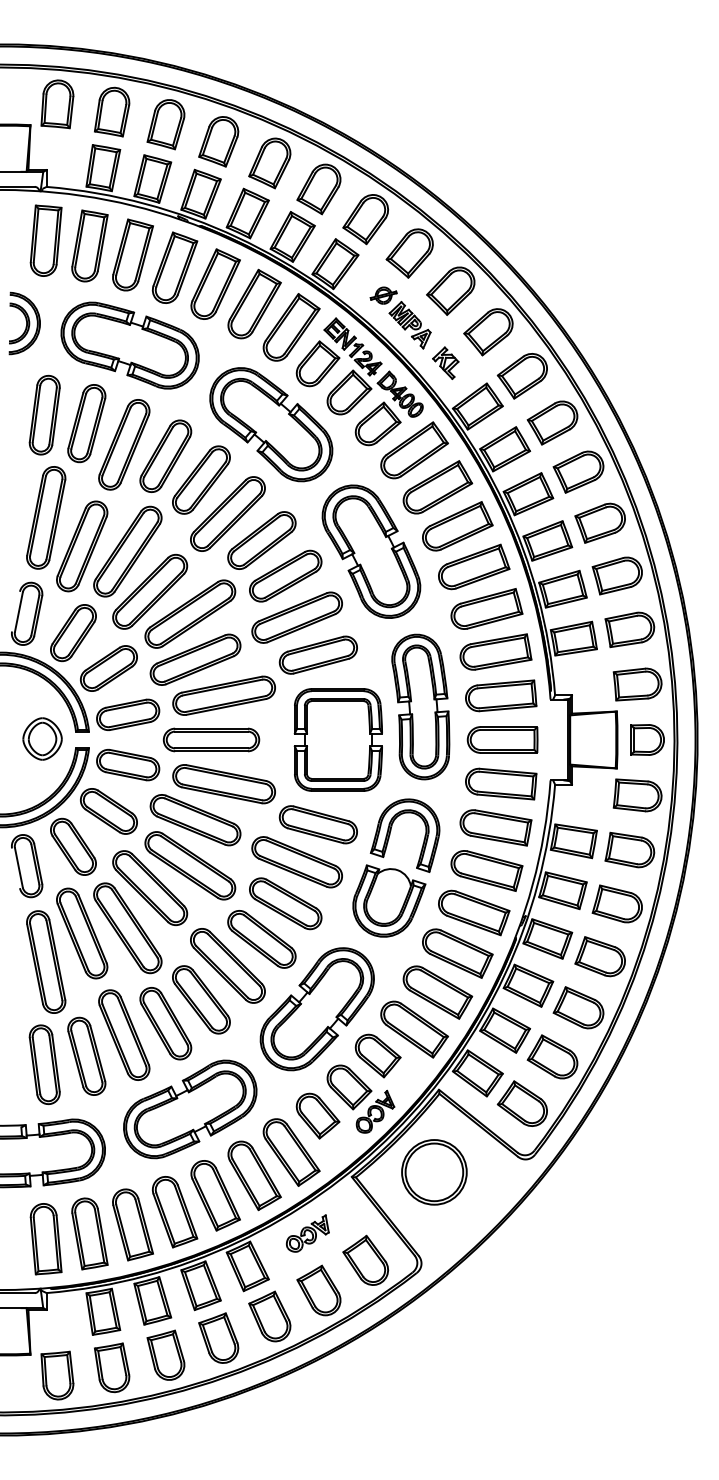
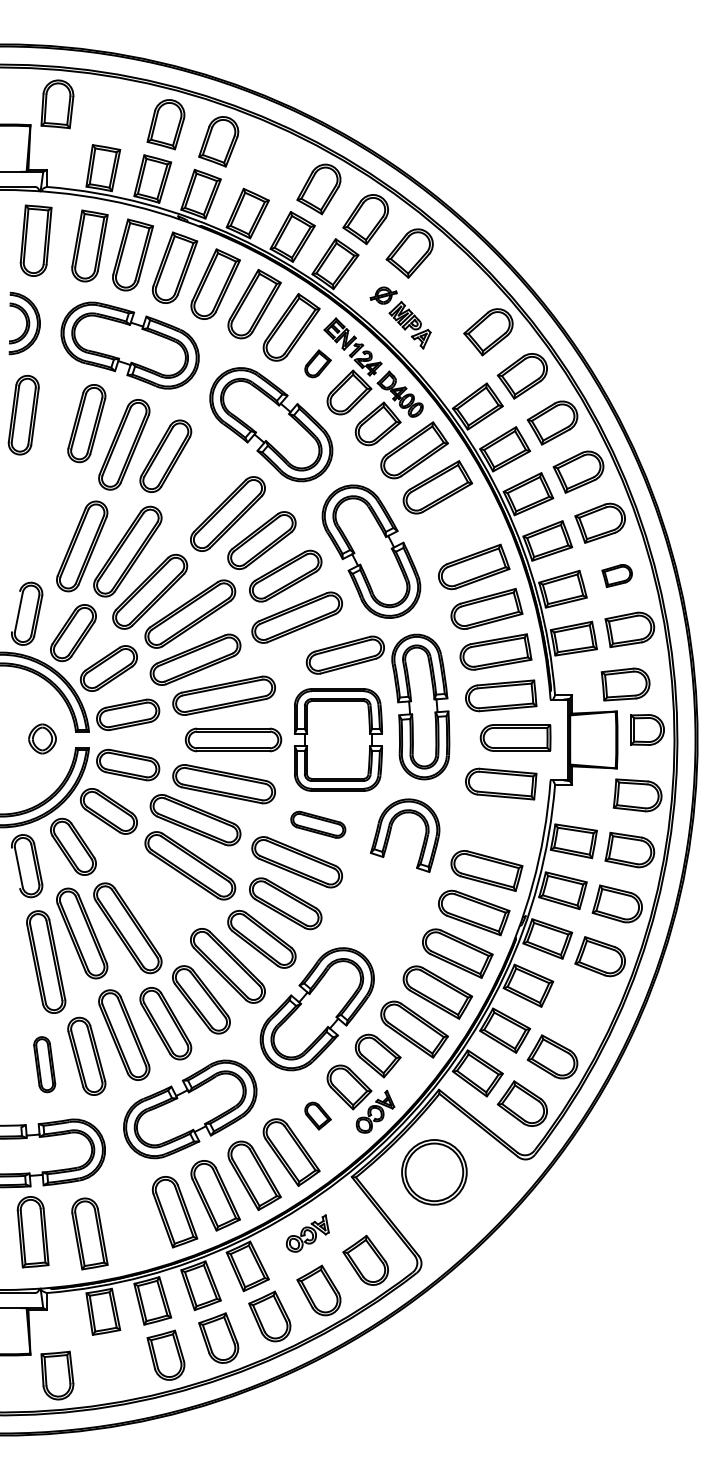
part at (112, 111): present -> none
part at (269, 163): present -> none
part at (45, 240) position: (45, 240) -> (35, 240)
part at (450, 290): present -> none
part at (445, 362): present -> none
part at (317, 363) size: 46x48 px -> 28x30 px
part at (44, 414) position: (44, 414) -> (23, 414)
part at (201, 479): present -> none
part at (46, 517): present -> none
part at (457, 526): present -> none
part at (616, 575) size: 52x40 px -> 32x25 px
part at (317, 654) position: (317, 654) -> (344, 654)
part at (637, 684) position: (637, 684) -> (625, 684)
part at (42, 738) size: 41x44 px -> 29x32 px
part at (211, 739) position: (211, 739) -> (233, 739)
part at (502, 739) position: (502, 739) -> (515, 737)
part at (647, 739) position: (647, 739) -> (647, 729)
part at (317, 824) size: 80x40 px -> 57x29 px
part at (495, 827): present -> none
part at (150, 887): present -> none
part at (389, 900): present -> none
part at (578, 1007): present -> none
part at (44, 1064) size: 33x81 px -> 24x58 px
part at (317, 1115) size: 46x48 px -> 28x30 px
part at (132, 1224): present -> none
part at (45, 1239) position: (45, 1239) -> (32, 1232)
part at (112, 1367): present -> none
